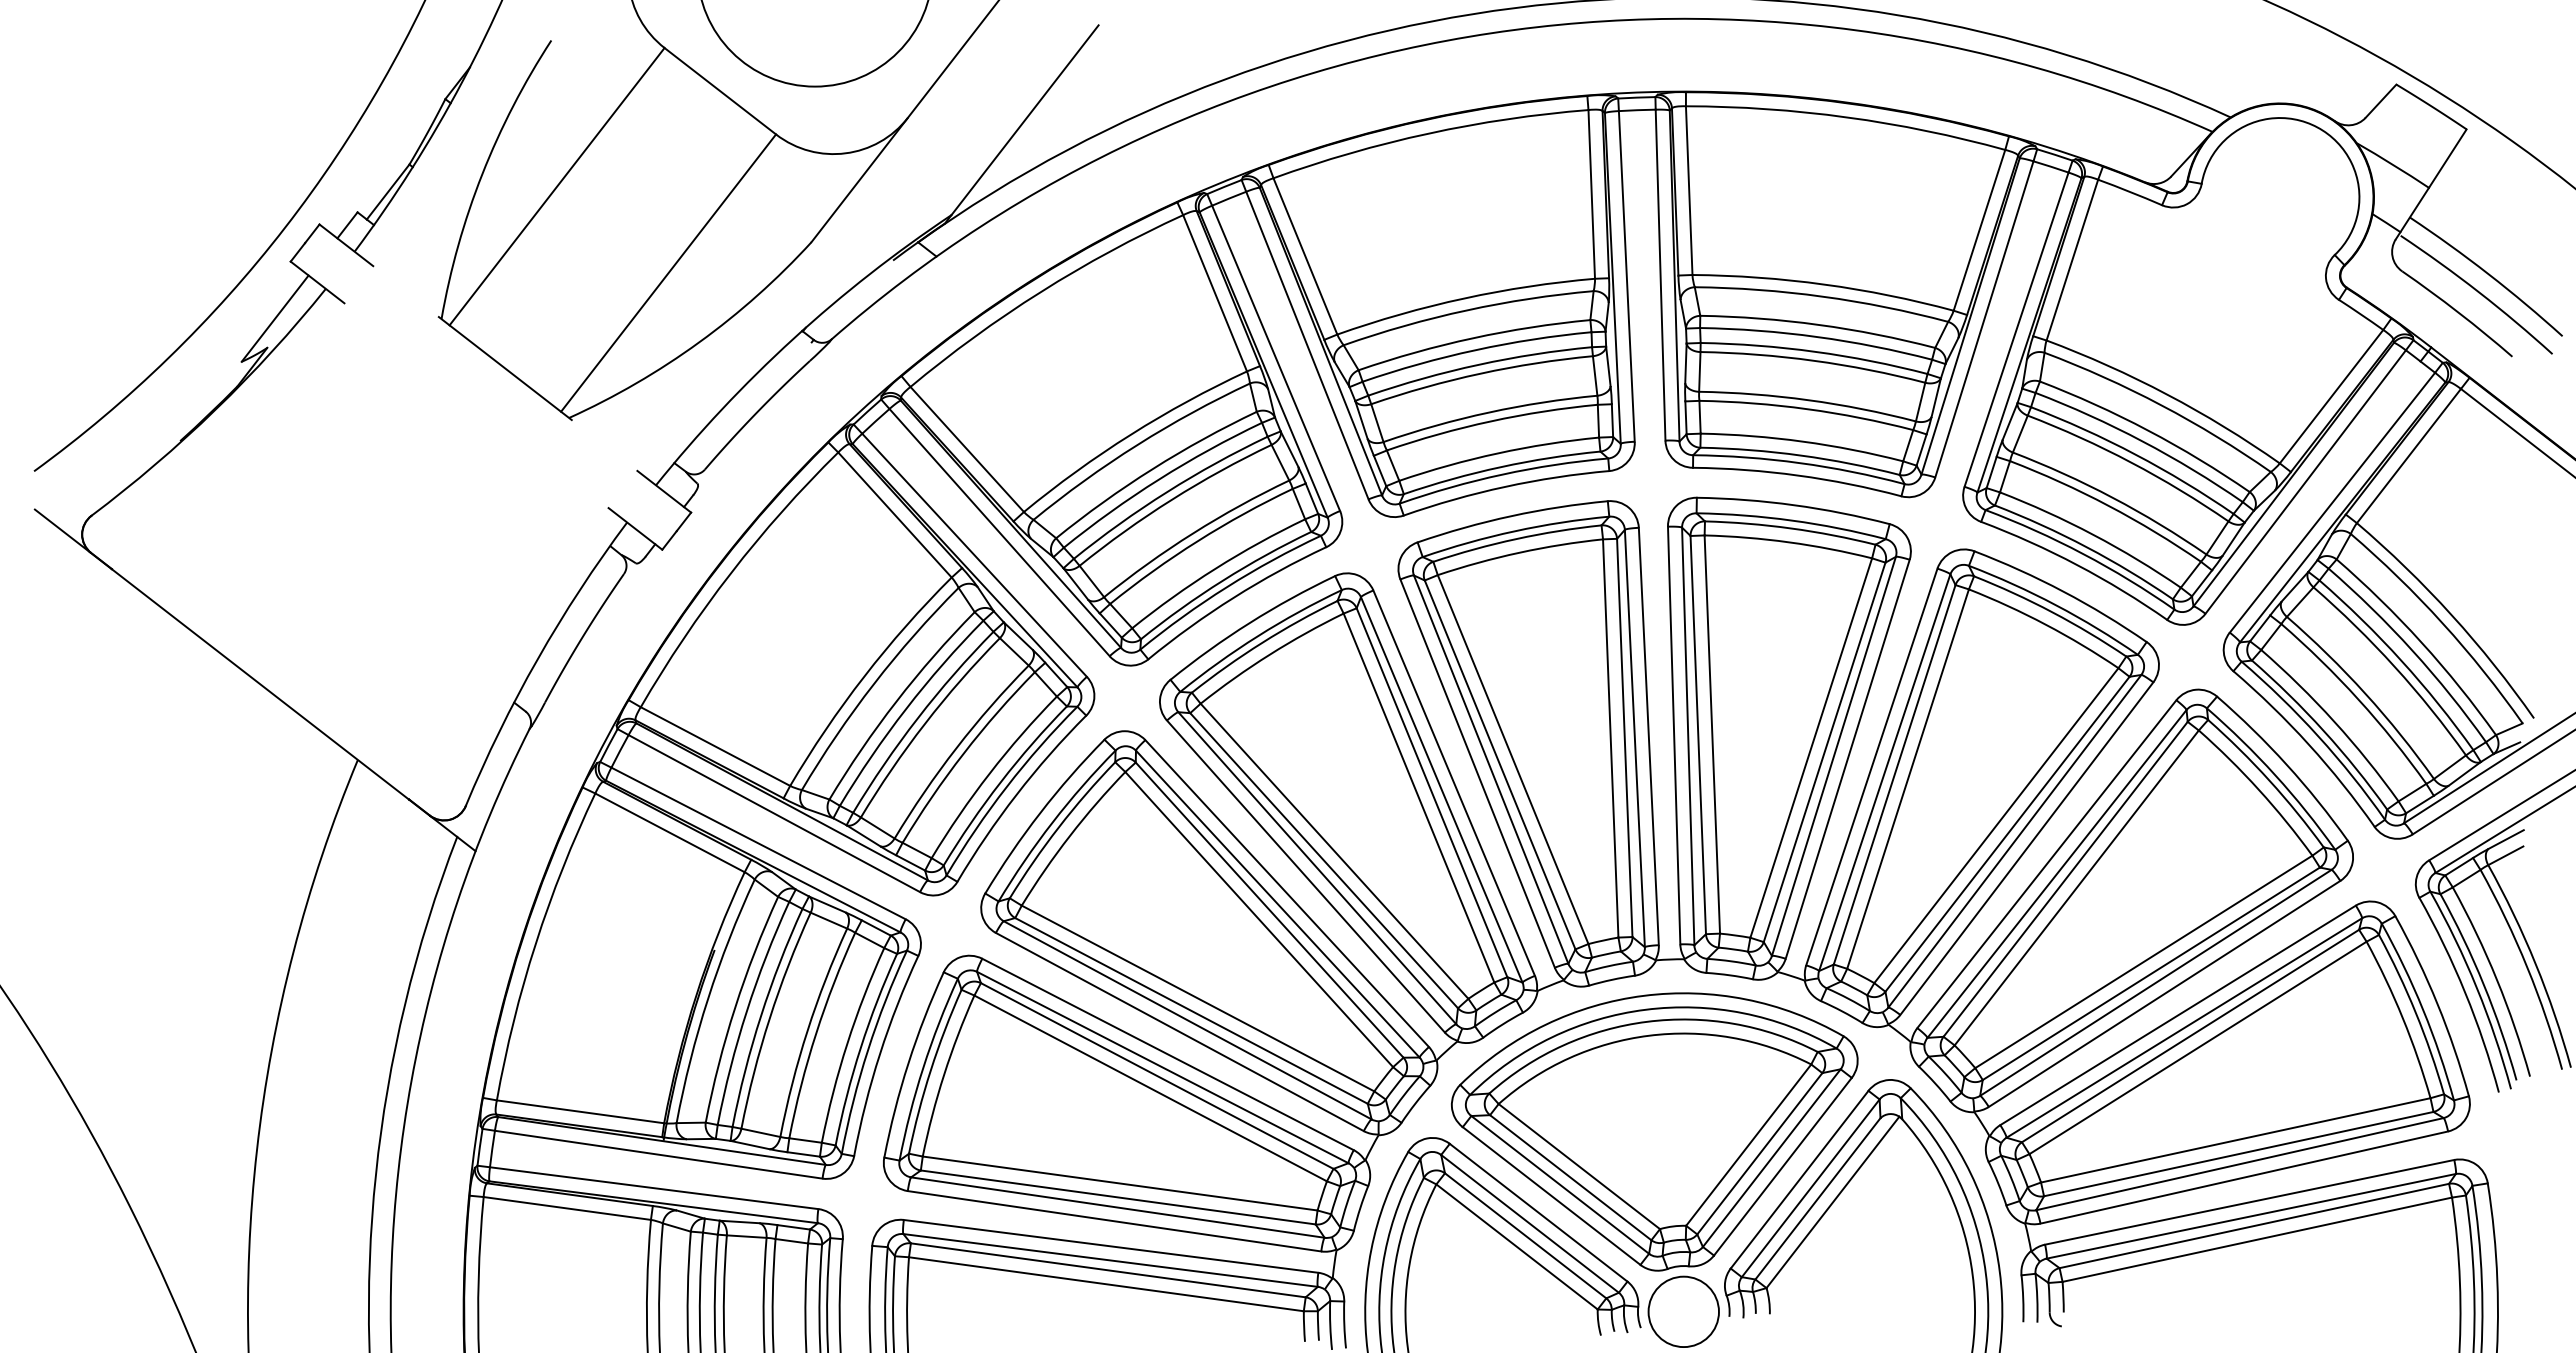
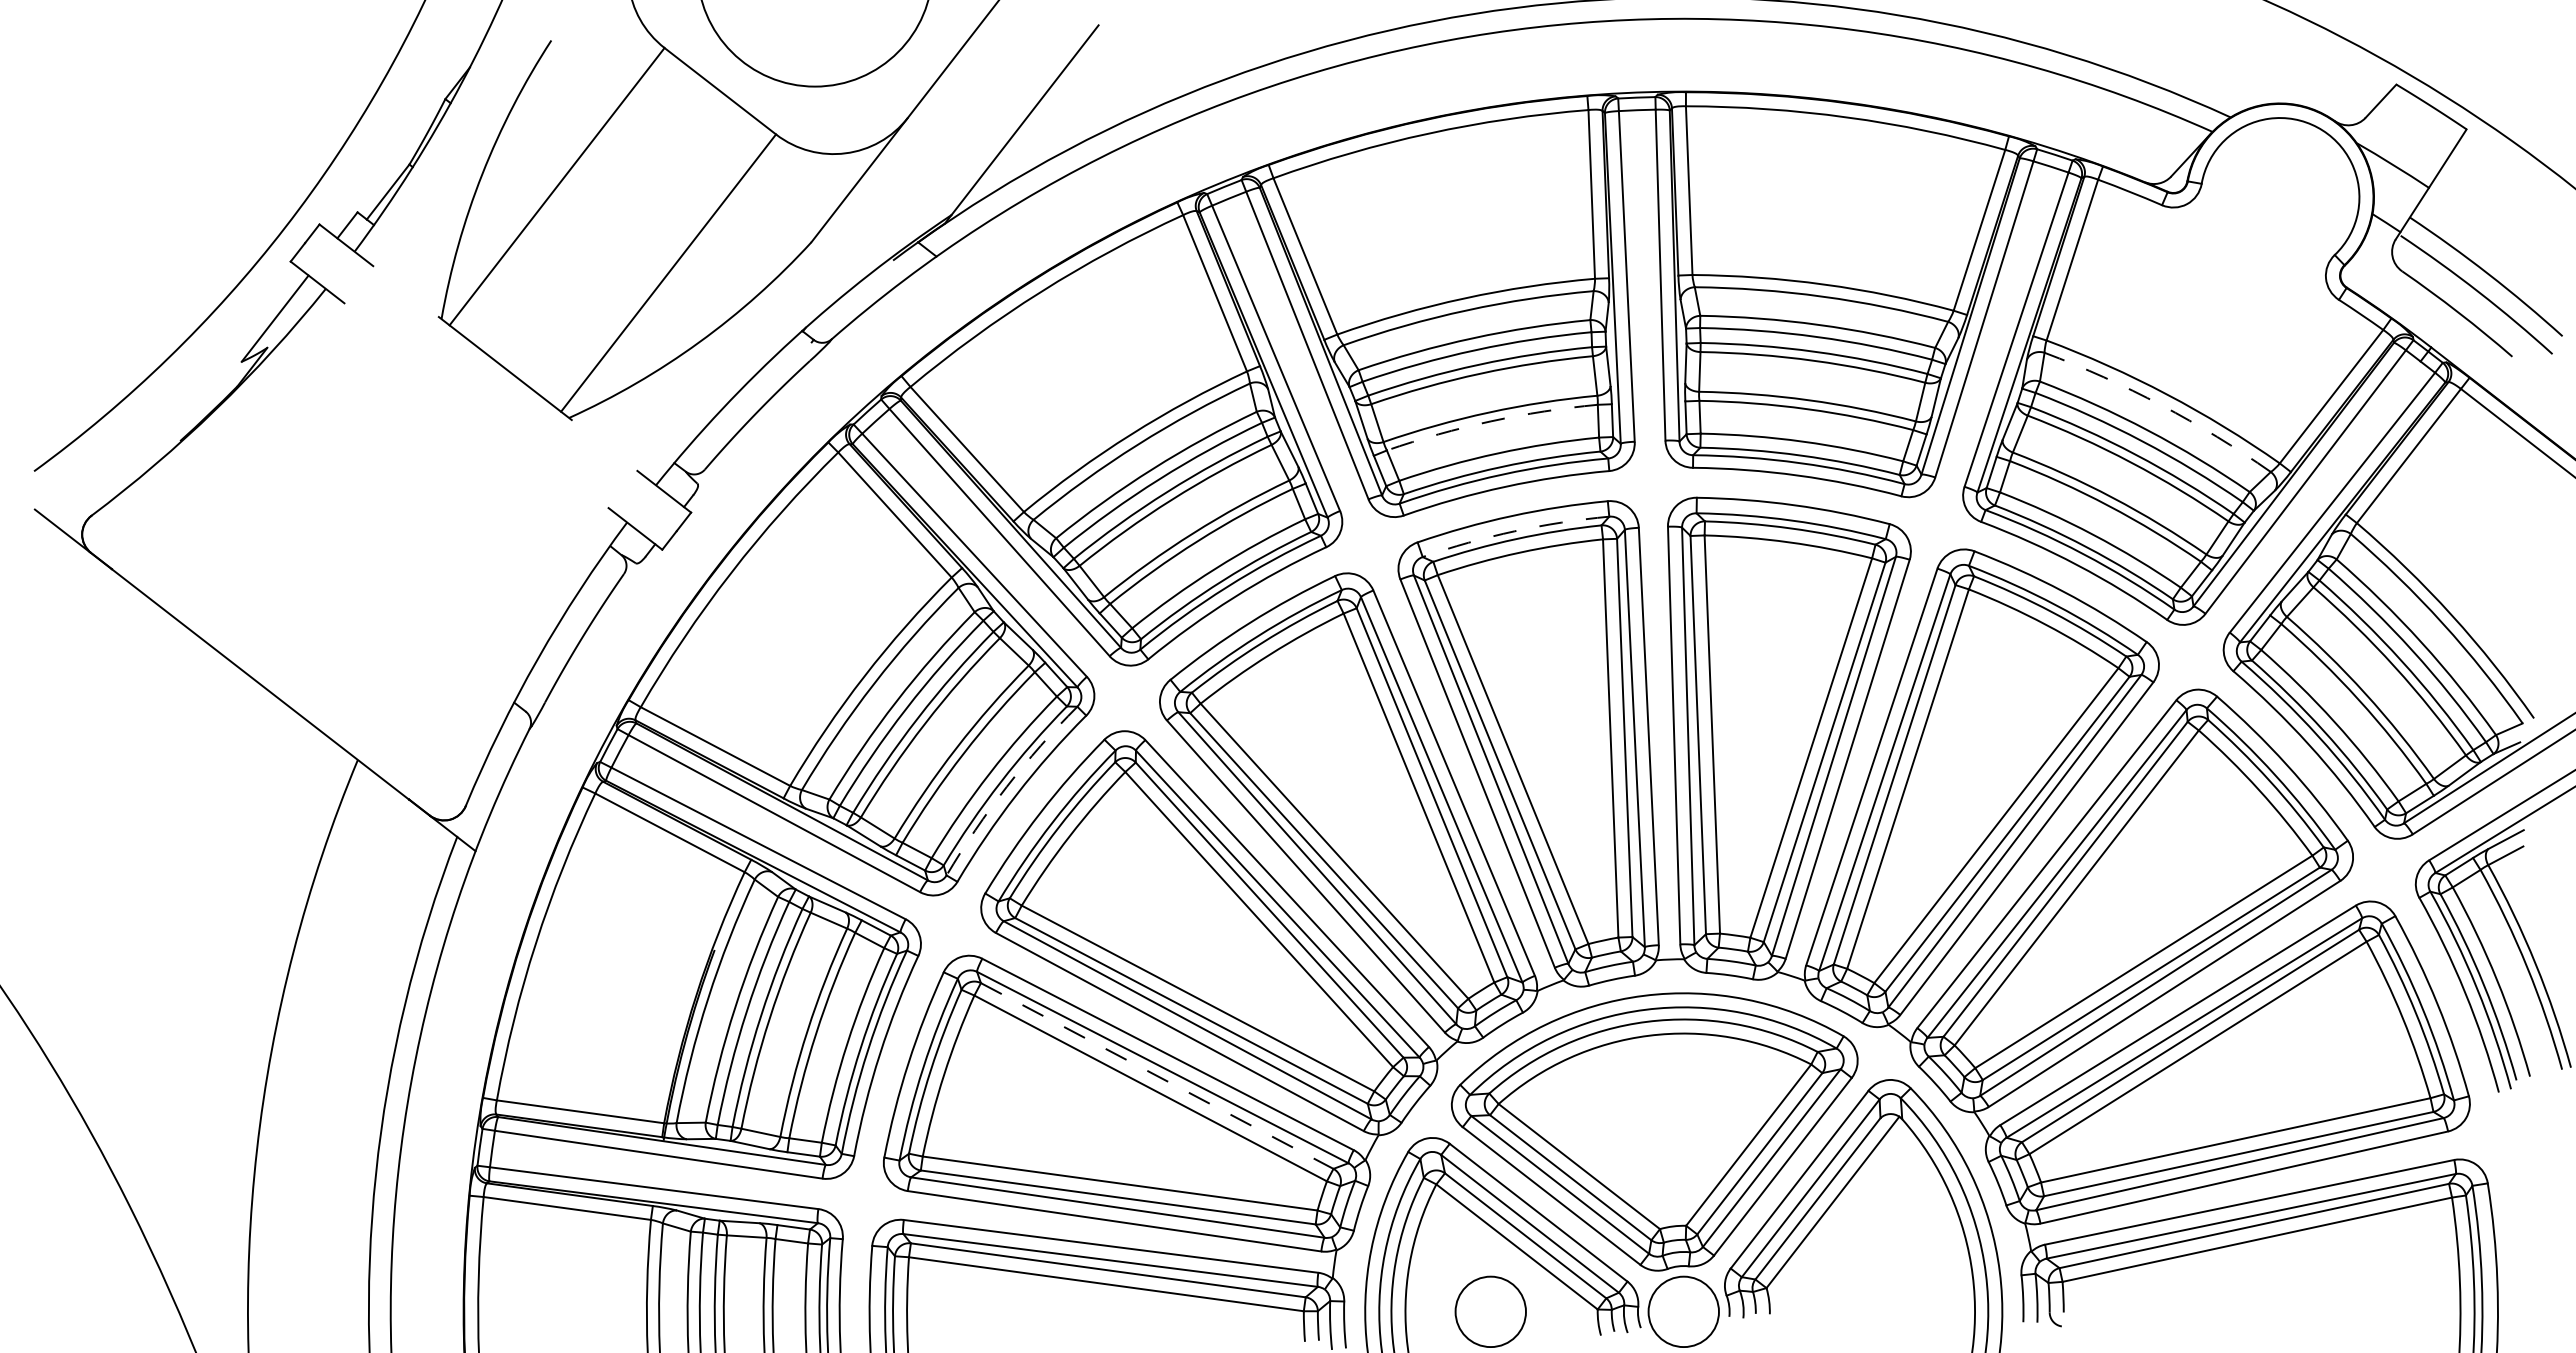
arc at (2161, 405): solid -> dashed
arc at (1491, 421): solid -> dashed
arc at (1514, 531): solid -> dashed
arc at (1006, 786): solid -> dashed
line at (1157, 1076): solid -> dashed
circle at (1490, 1311): none -> present
